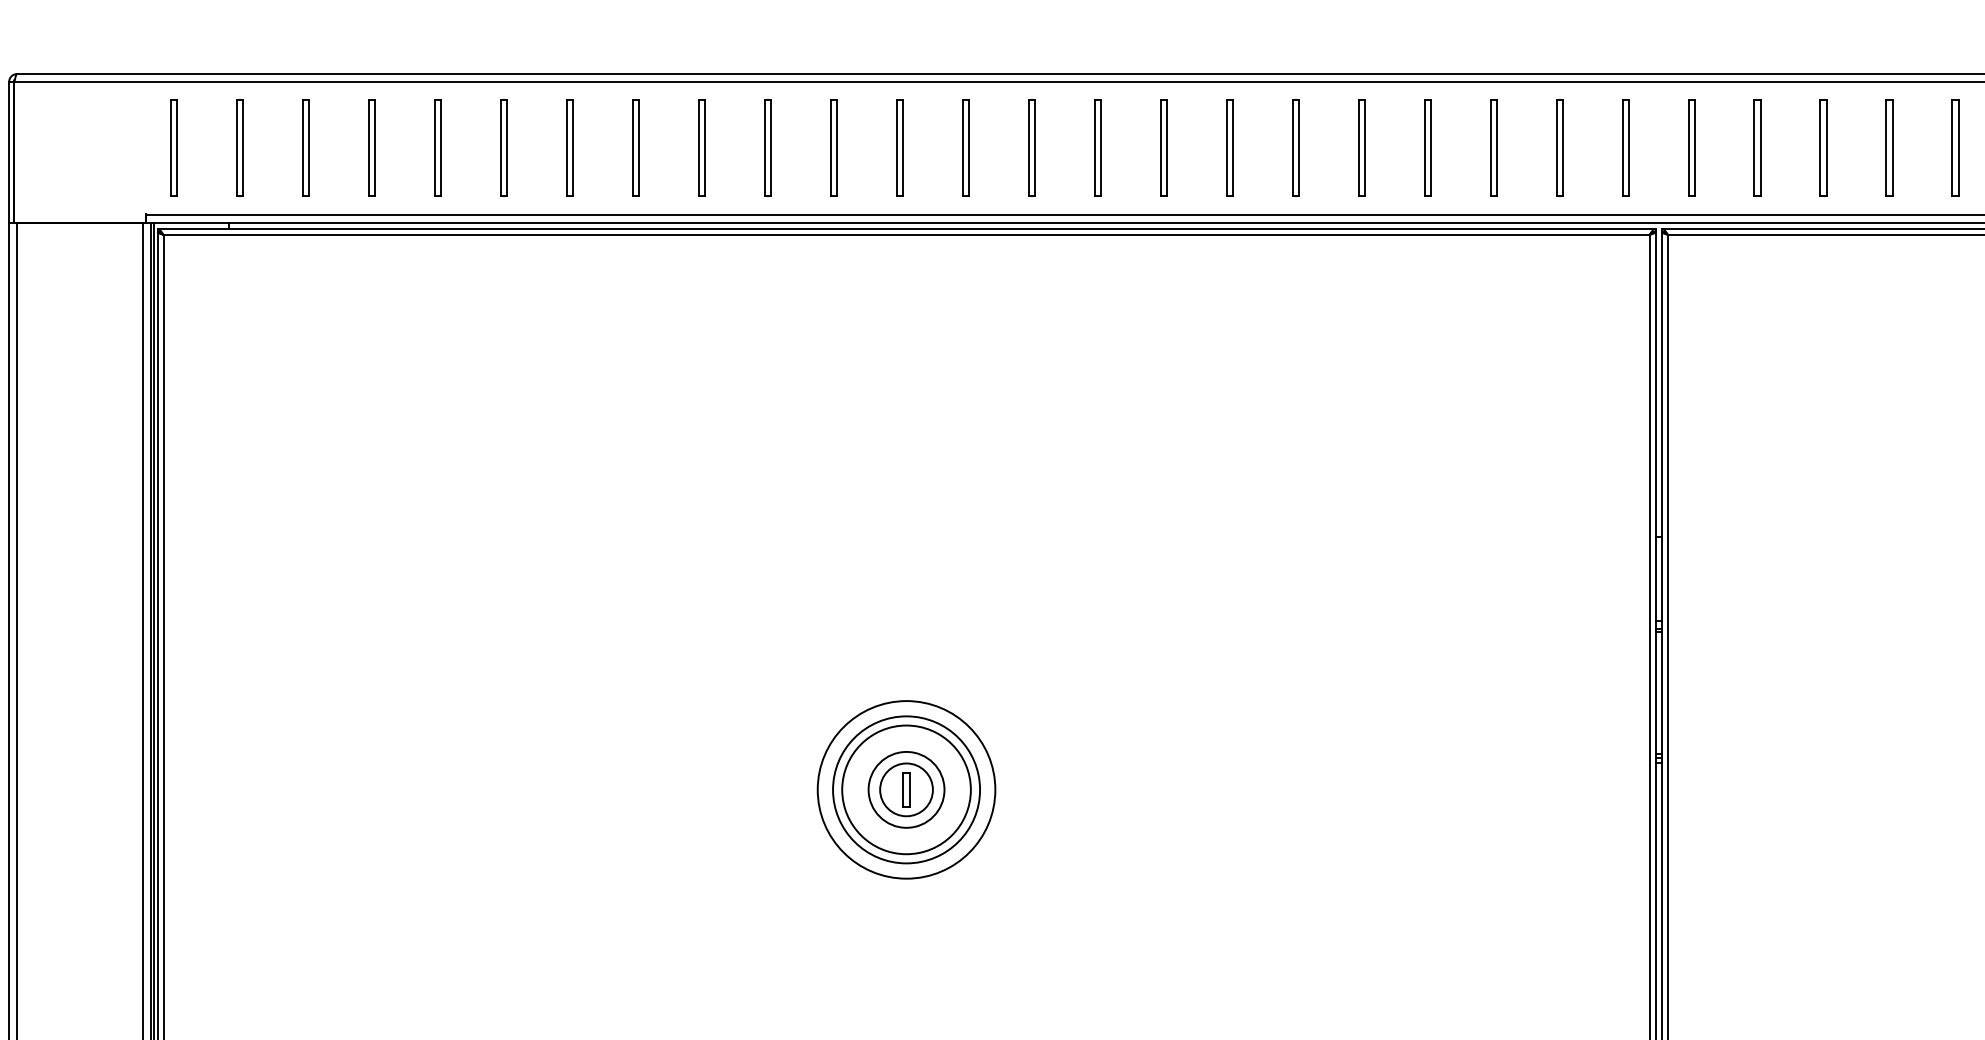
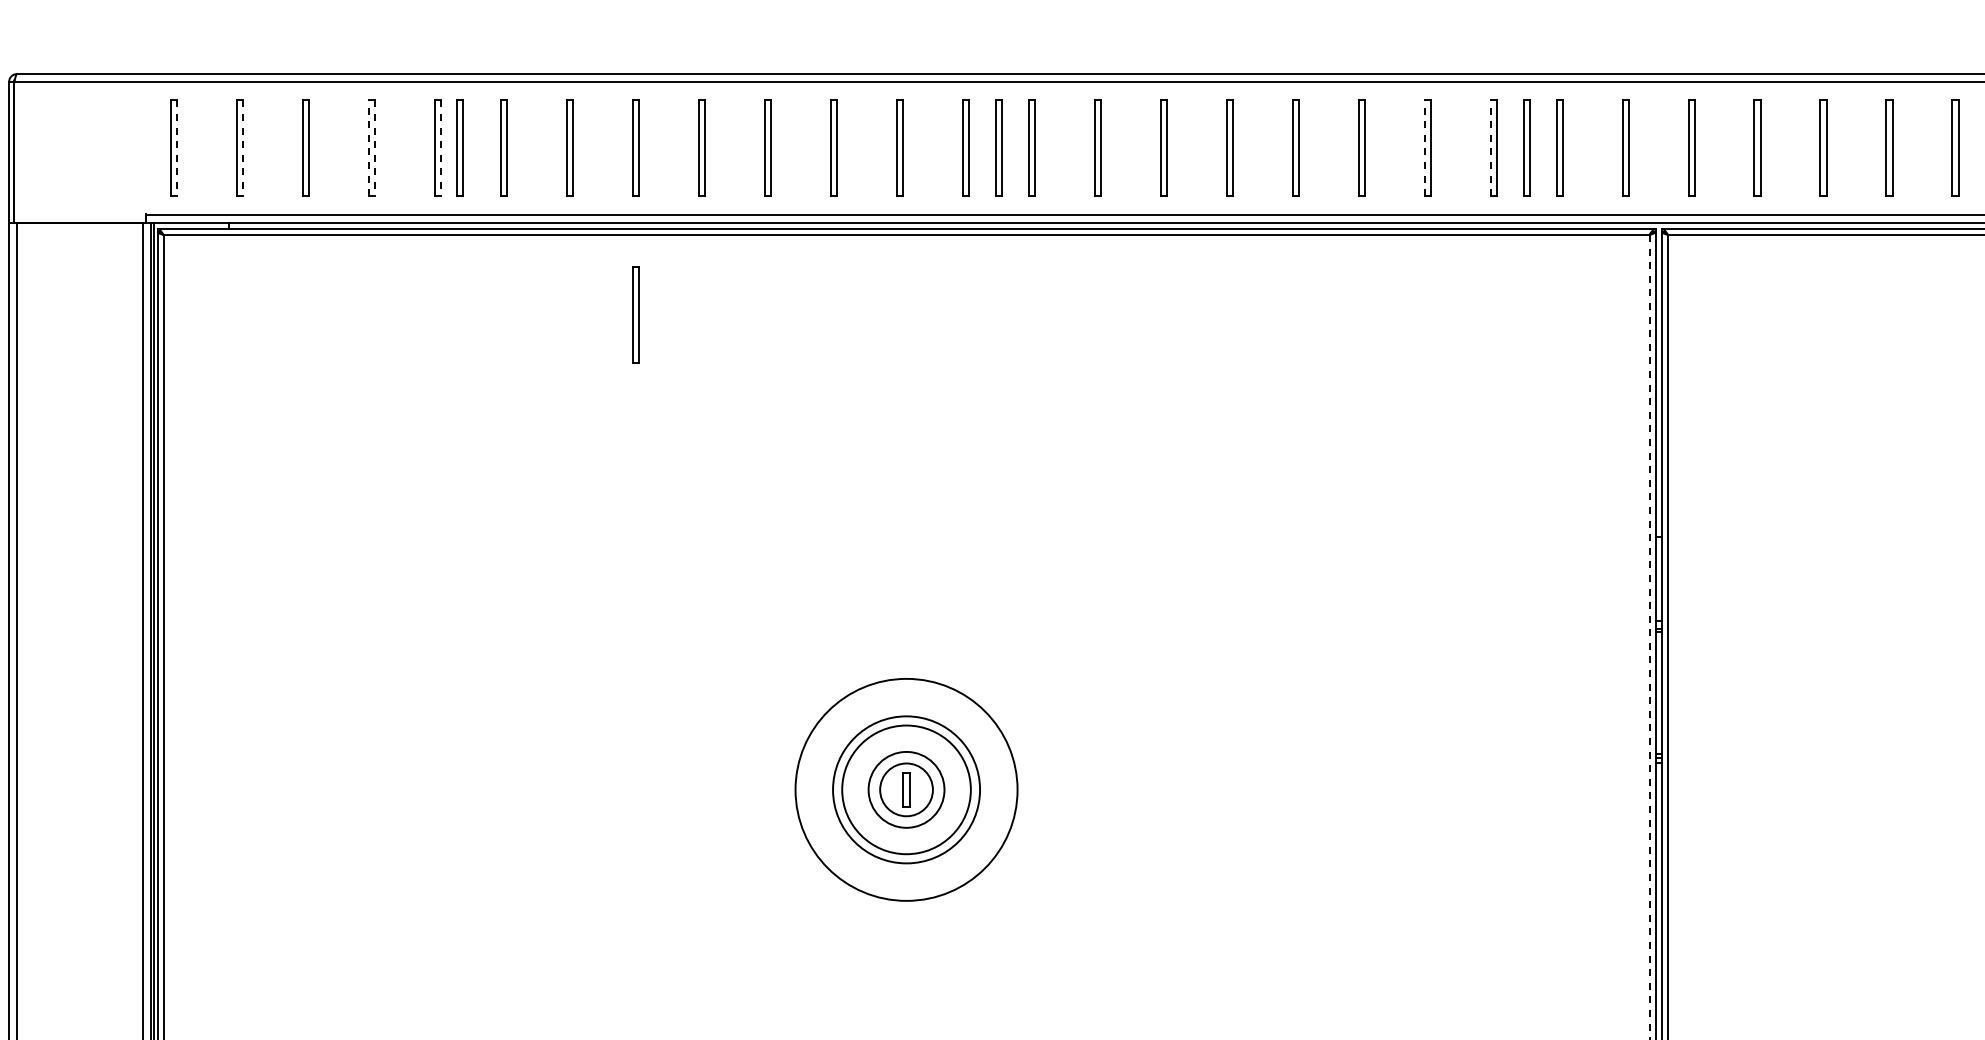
part at (459, 147): none -> present
part at (998, 147): none -> present
part at (1526, 147): none -> present
line at (177, 148): solid -> dashed
line at (243, 148): solid -> dashed
line at (368, 148): solid -> dashed
line at (375, 148): solid -> dashed
line at (441, 148): solid -> dashed
line at (1424, 148): solid -> dashed
line at (1490, 148): solid -> dashed
part at (635, 314): none -> present
line at (1649, 636): solid -> dashed
circle at (906, 789) diameter: 178 px -> 222 px
